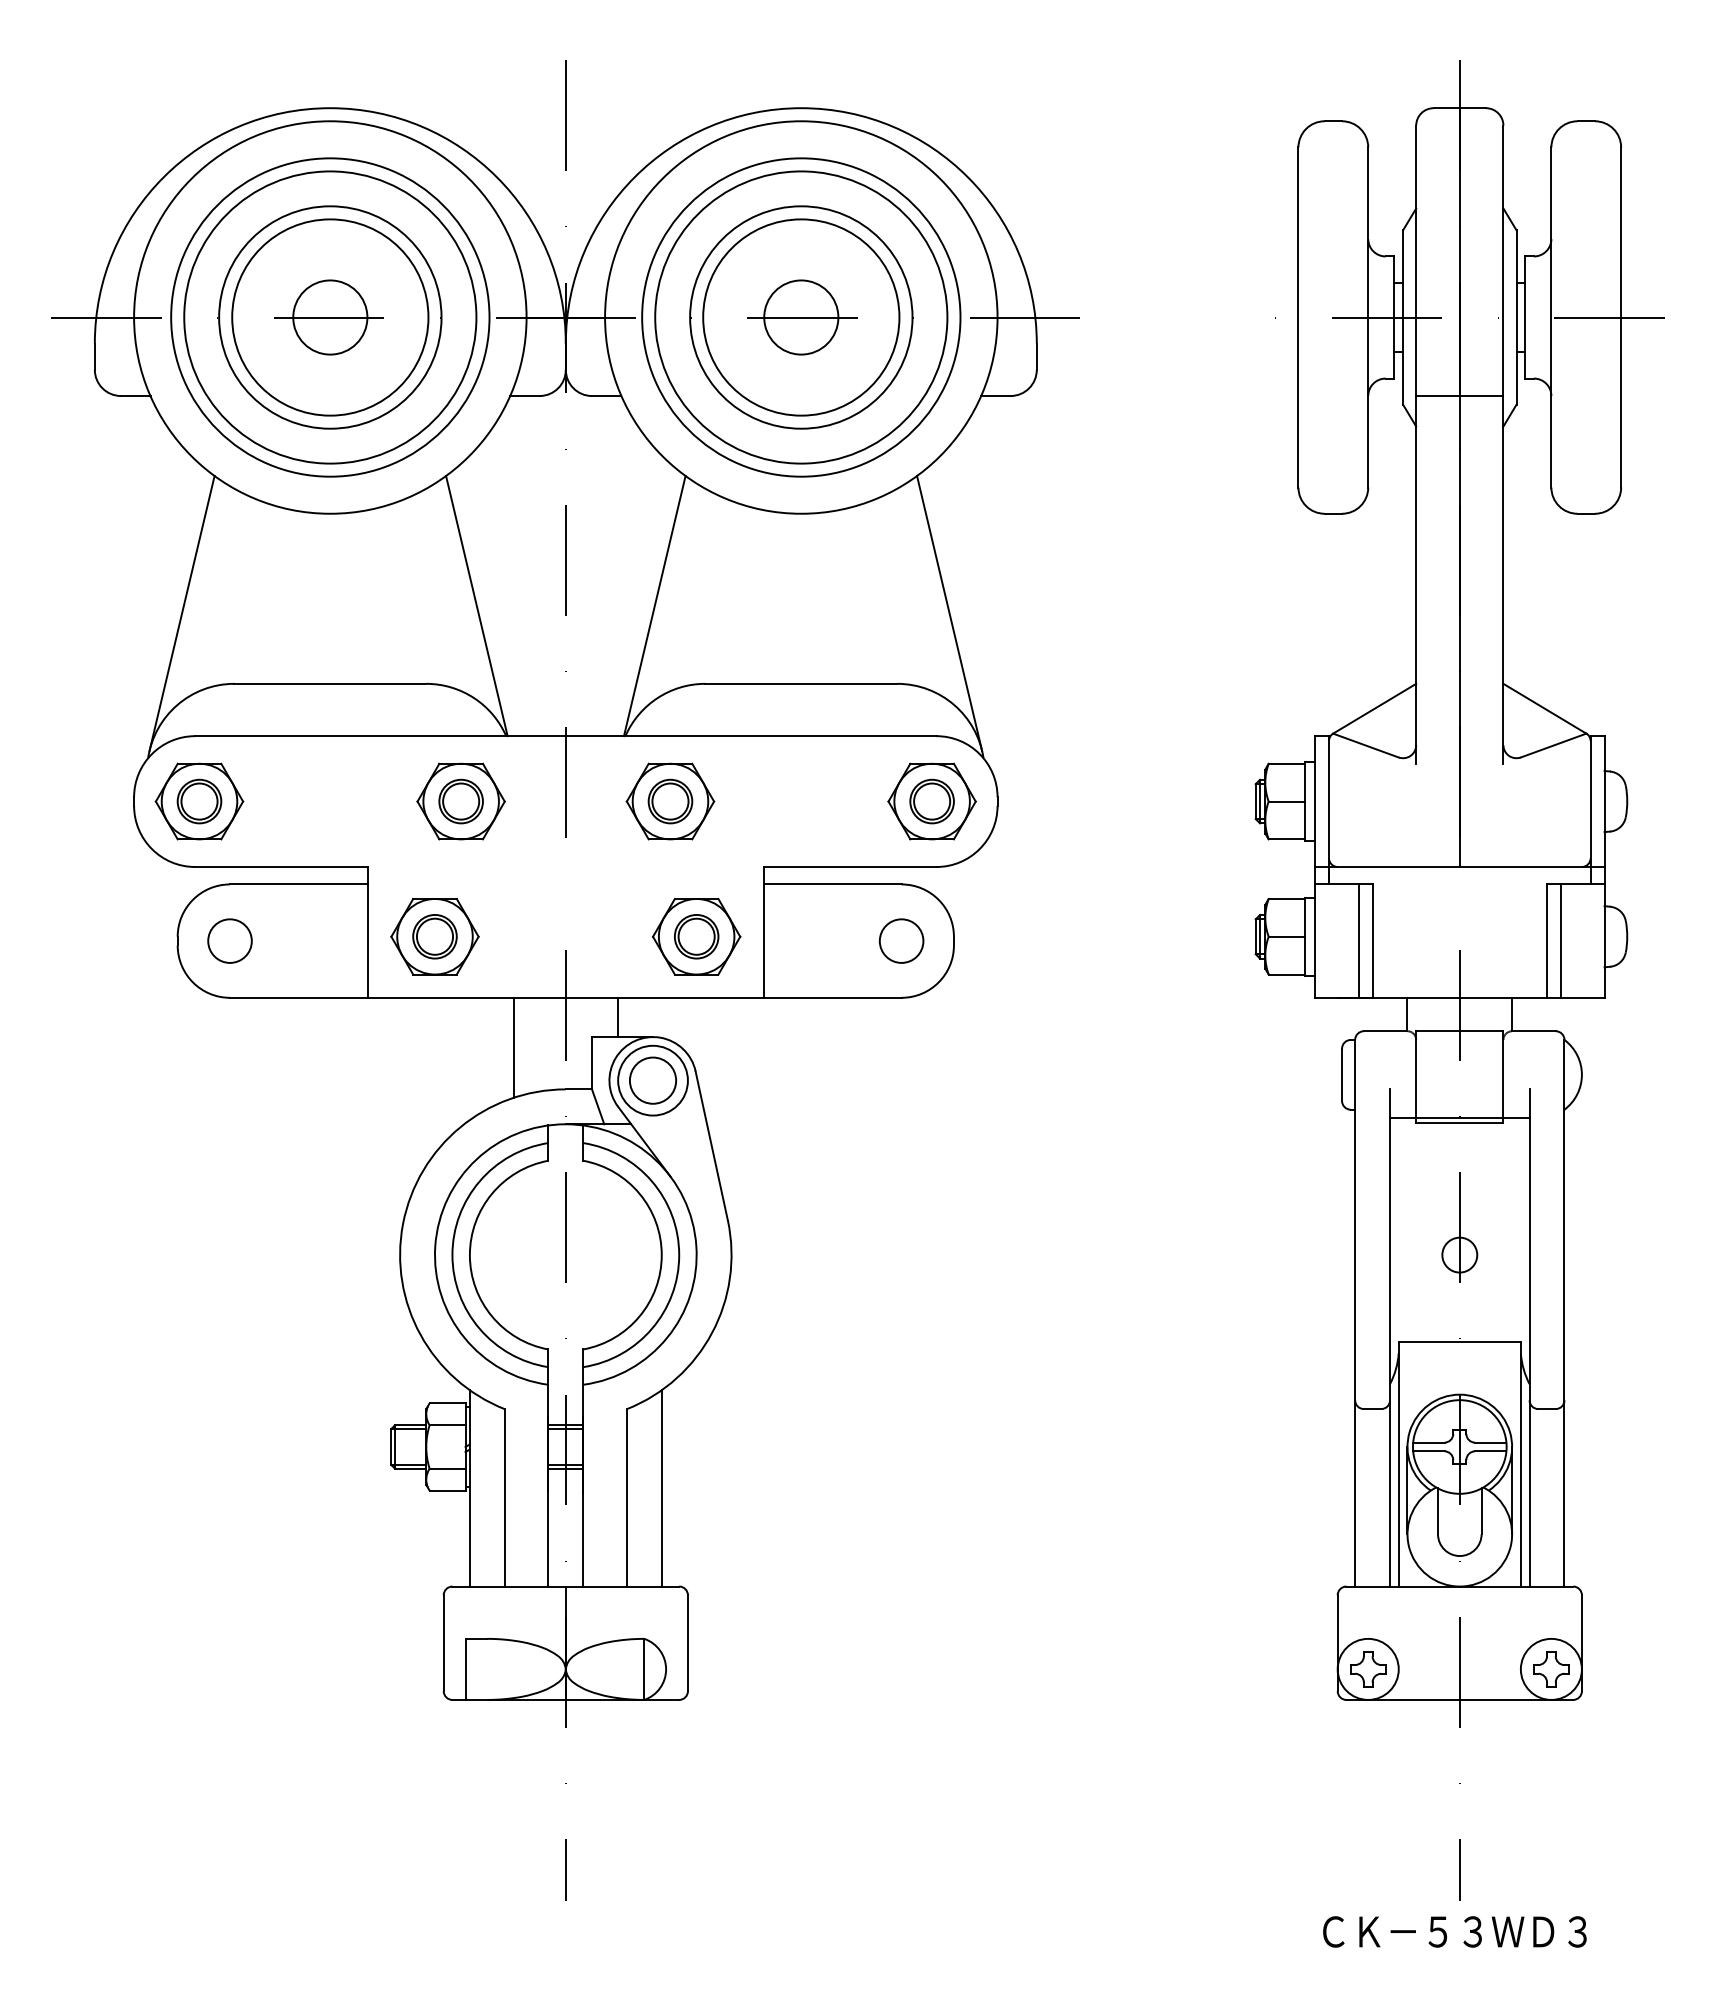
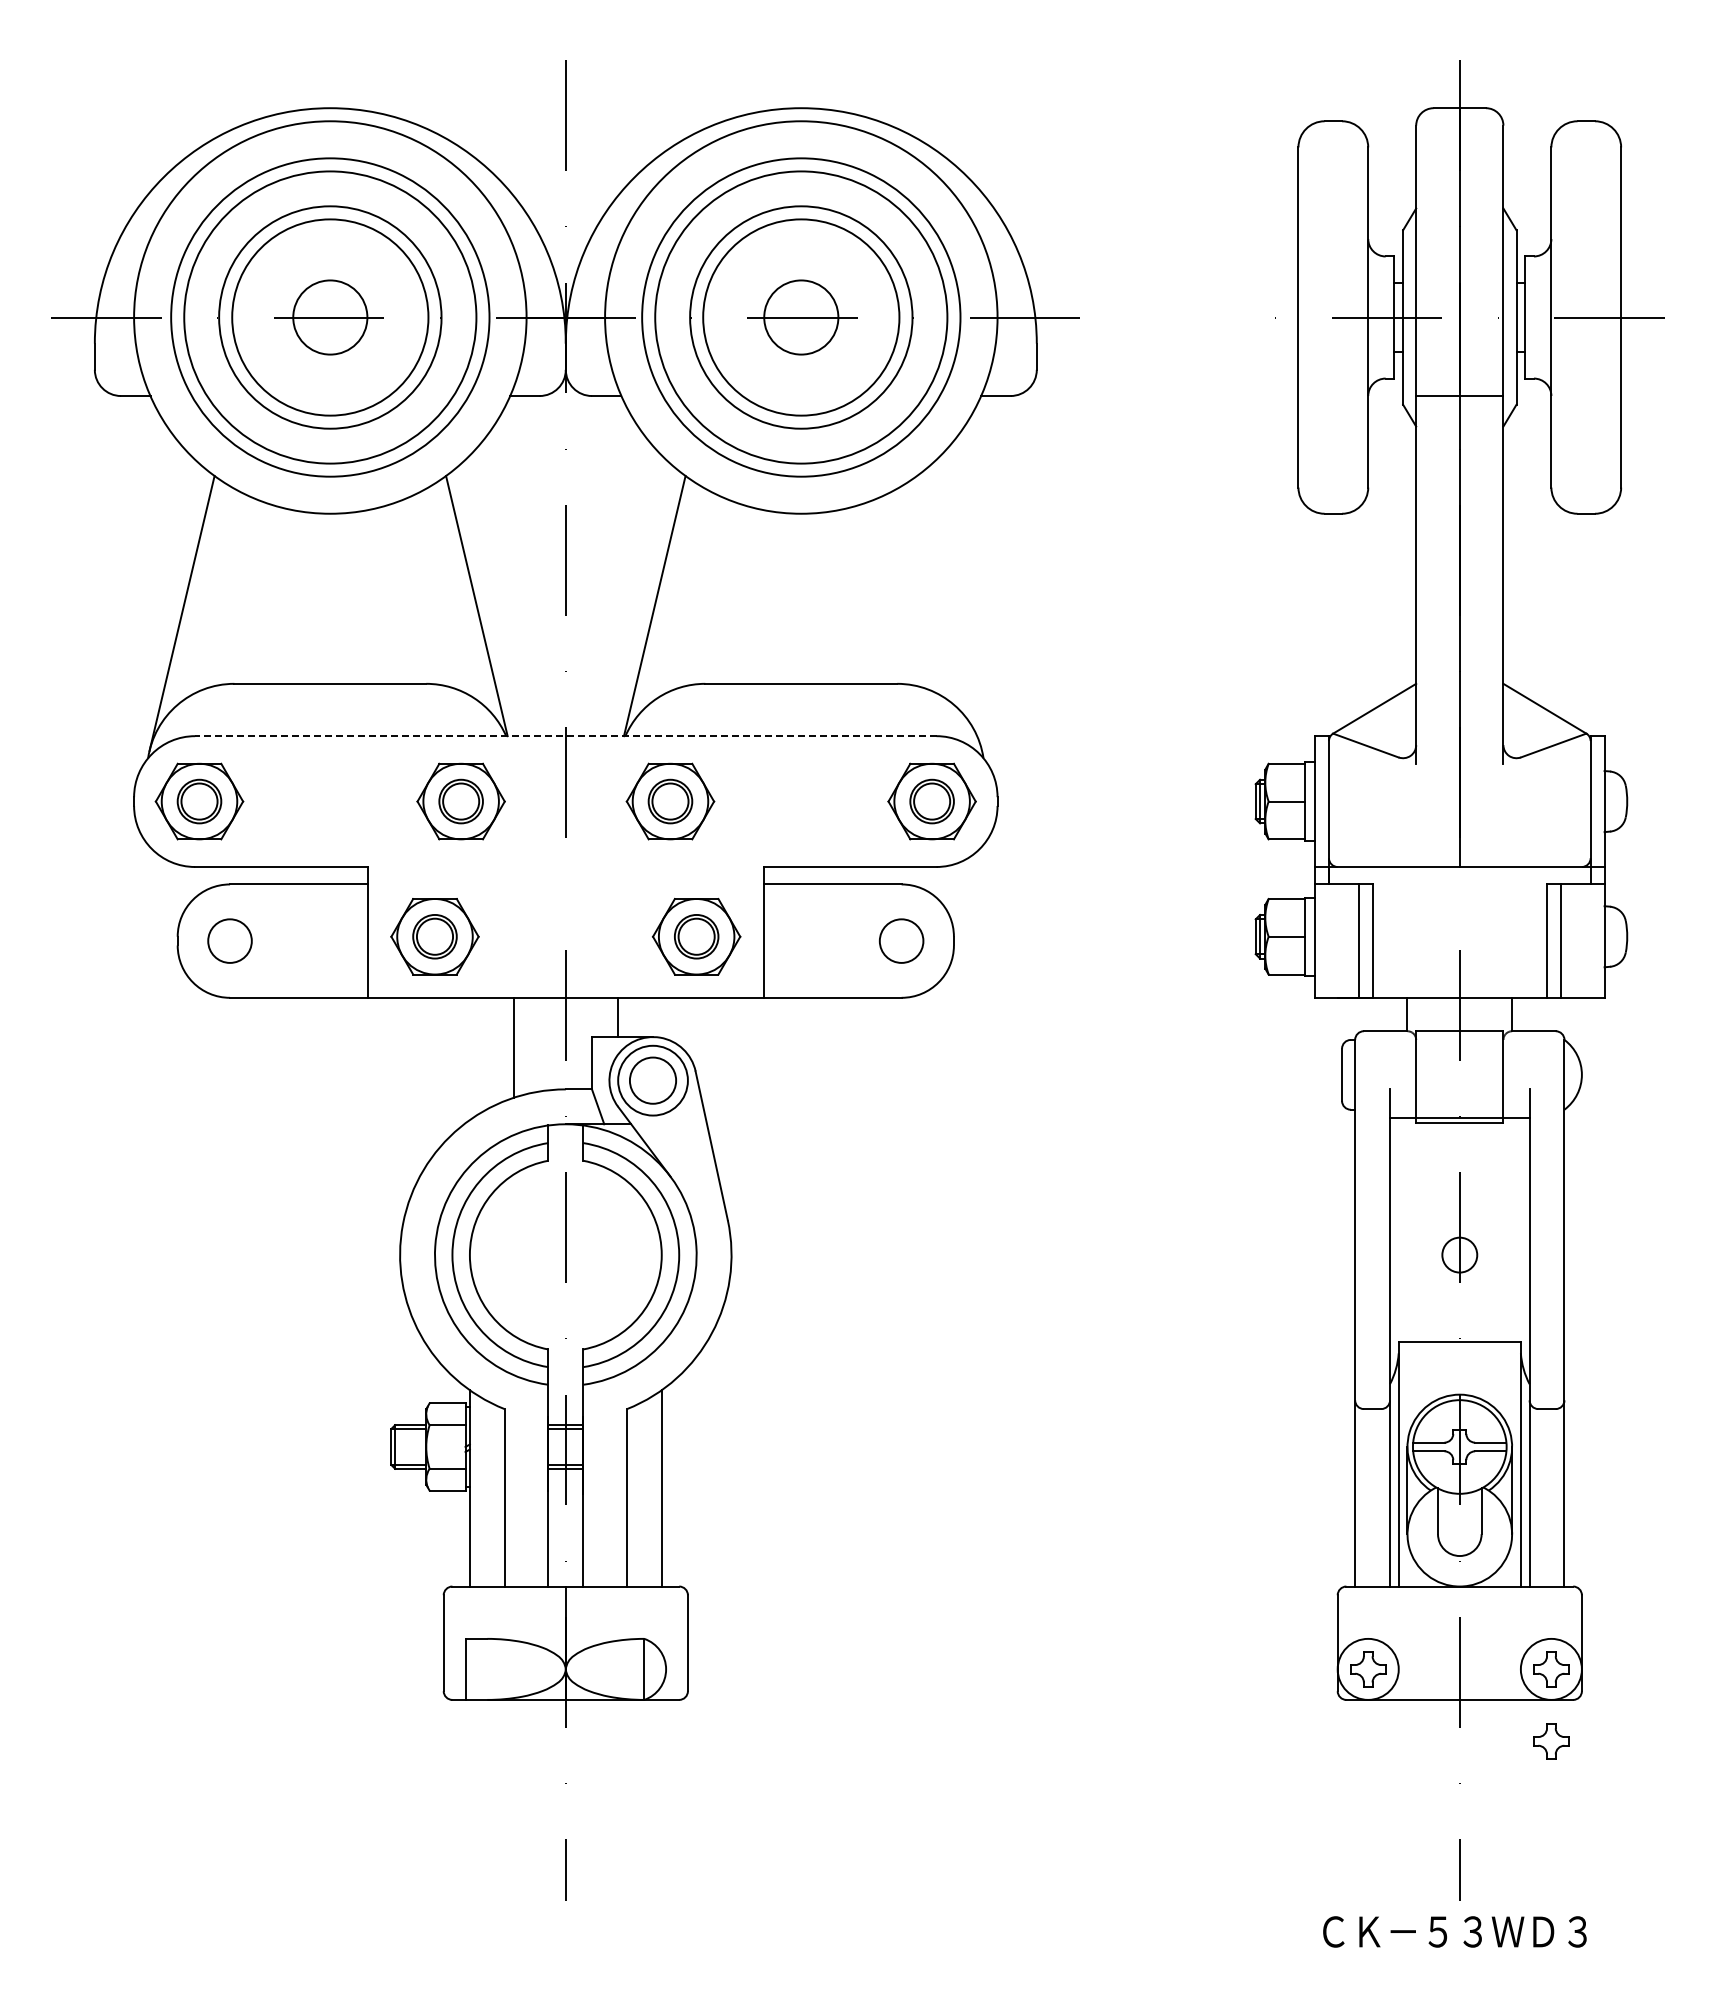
line at (949, 613): present -> none
line at (565, 736): solid -> dashed
part at (1551, 1741): none -> present
